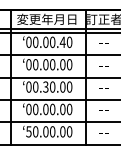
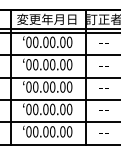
text at (62, 42): 00.00.40 -> 00.00.00
text at (45, 86): 00.30.00 -> 00.00.00
text at (28, 131): 50.00.00 -> 00.00.00
